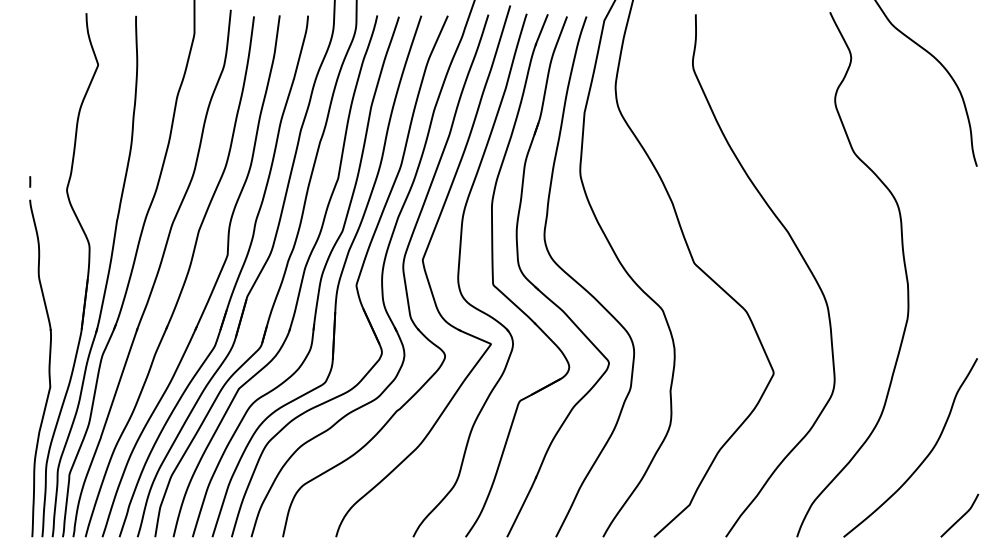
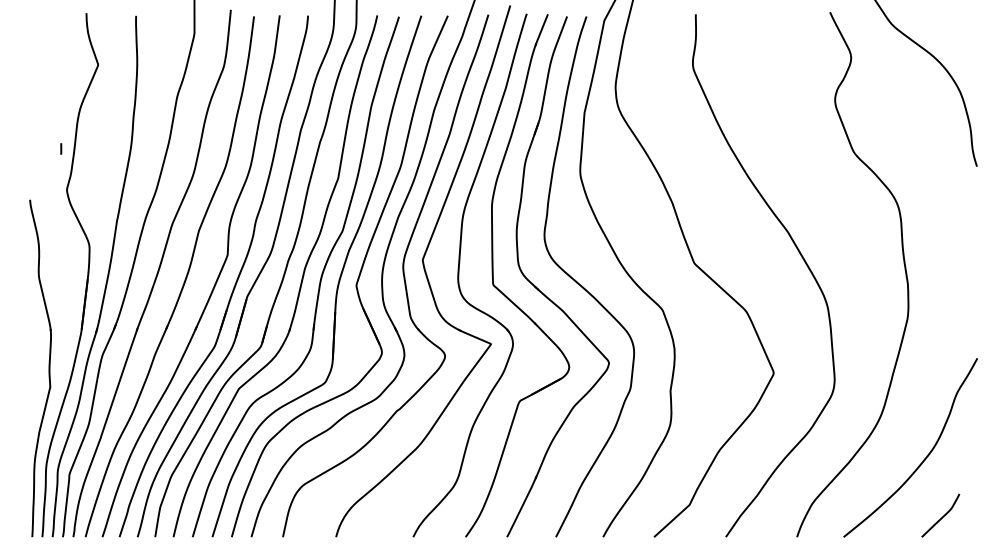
curve at (30, 181) position: (30, 181) -> (61, 148)
curve at (961, 516) position: (961, 516) -> (942, 516)
